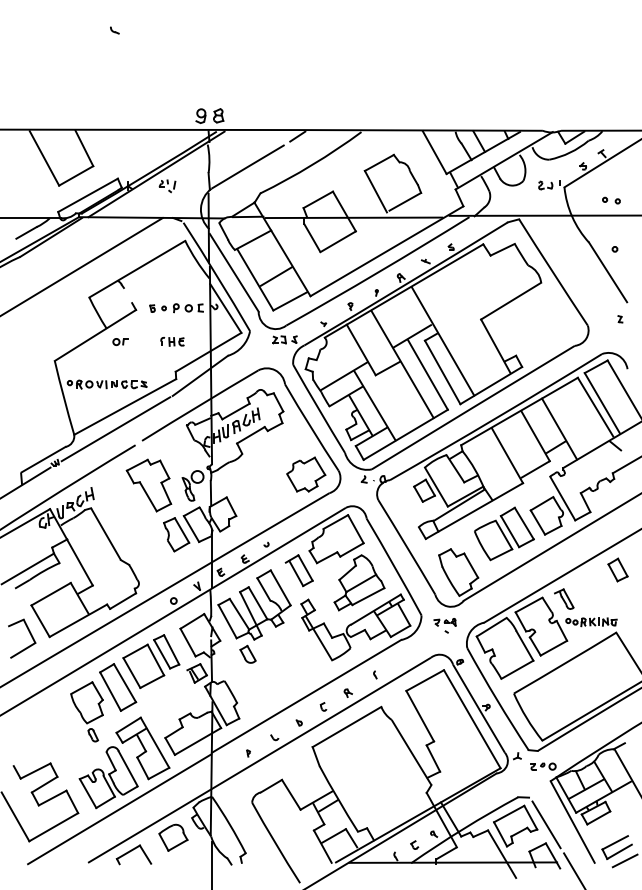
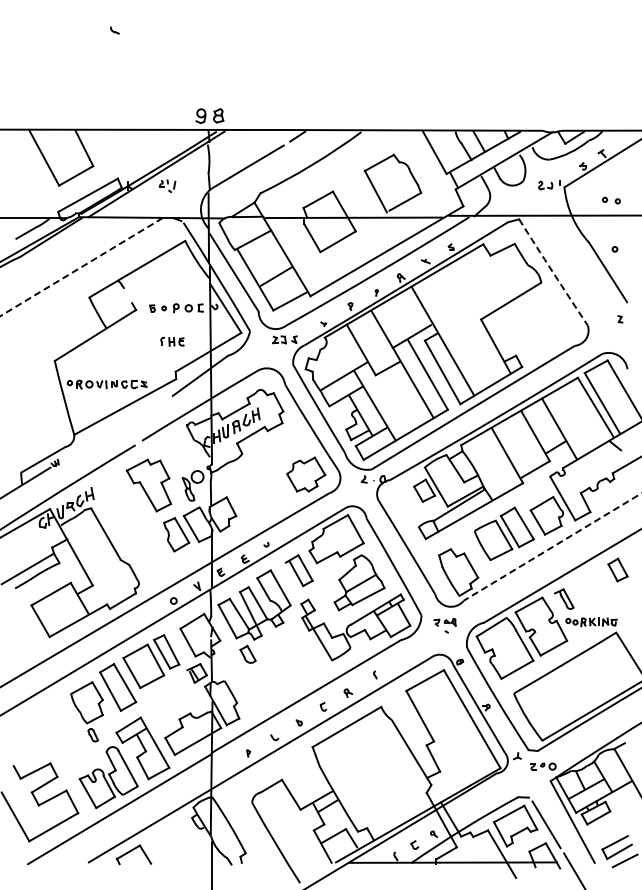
line at (81, 267): solid -> dashed
arc at (553, 272): solid -> dashed
part at (120, 341): present -> none
line at (115, 429): present -> none
line at (552, 547): solid -> dashed
part at (30, 635): present -> none
part at (173, 837): present -> none
